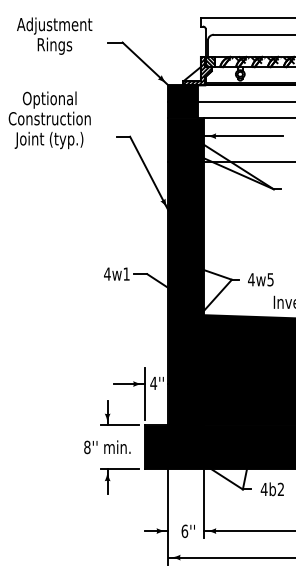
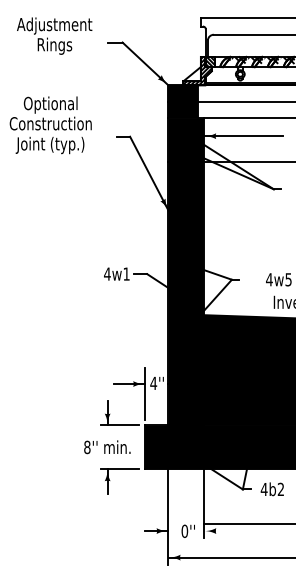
text at (49, 120) position: (49, 120) -> (50, 125)
text at (260, 279) position: (260, 279) -> (278, 279)
text at (184, 530): 6'' -> 0''
line at (248, 531) position: (248, 531) -> (248, 524)
